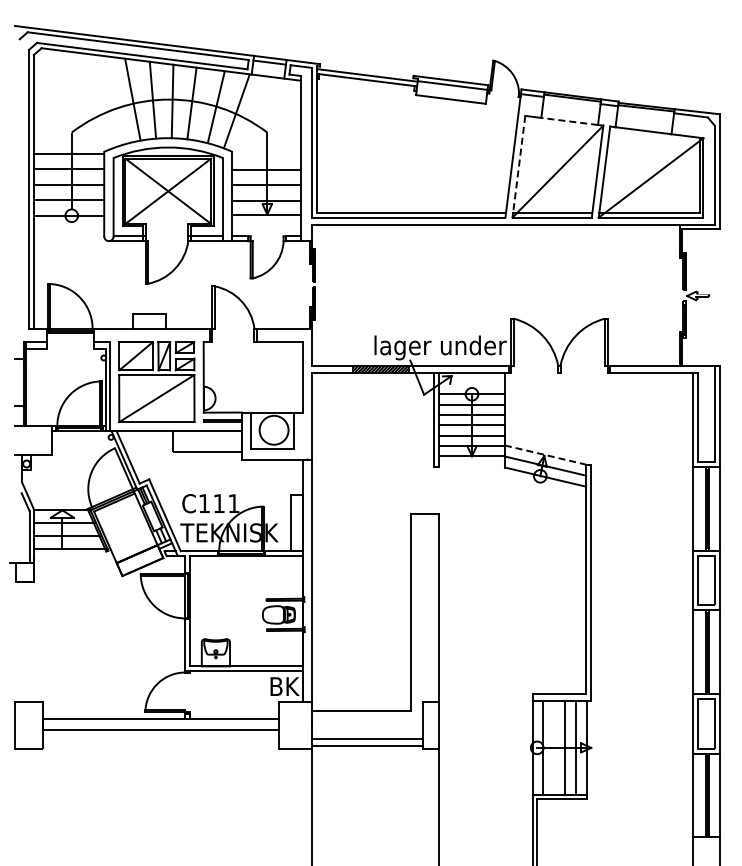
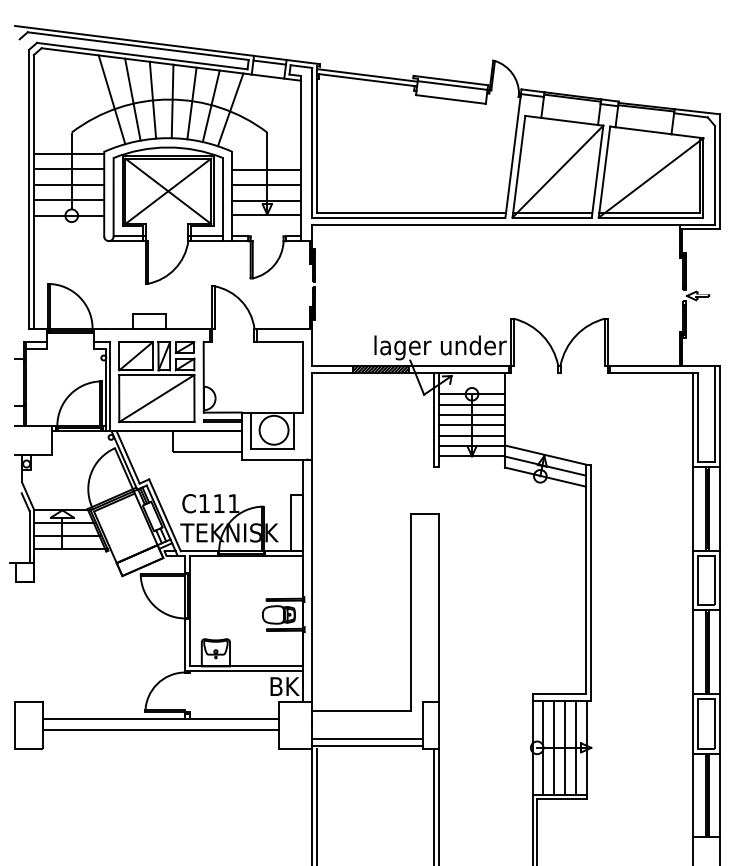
line at (111, 99): none -> present
line at (215, 107) position: (215, 107) -> (210, 106)
line at (236, 111) position: (236, 111) -> (230, 109)
line at (569, 121): dashed -> solid
line at (518, 167): dashed -> solid
line at (545, 455): dashed -> solid
line at (554, 747): none -> present
line at (316, 805): none -> present
line at (434, 805): none -> present
